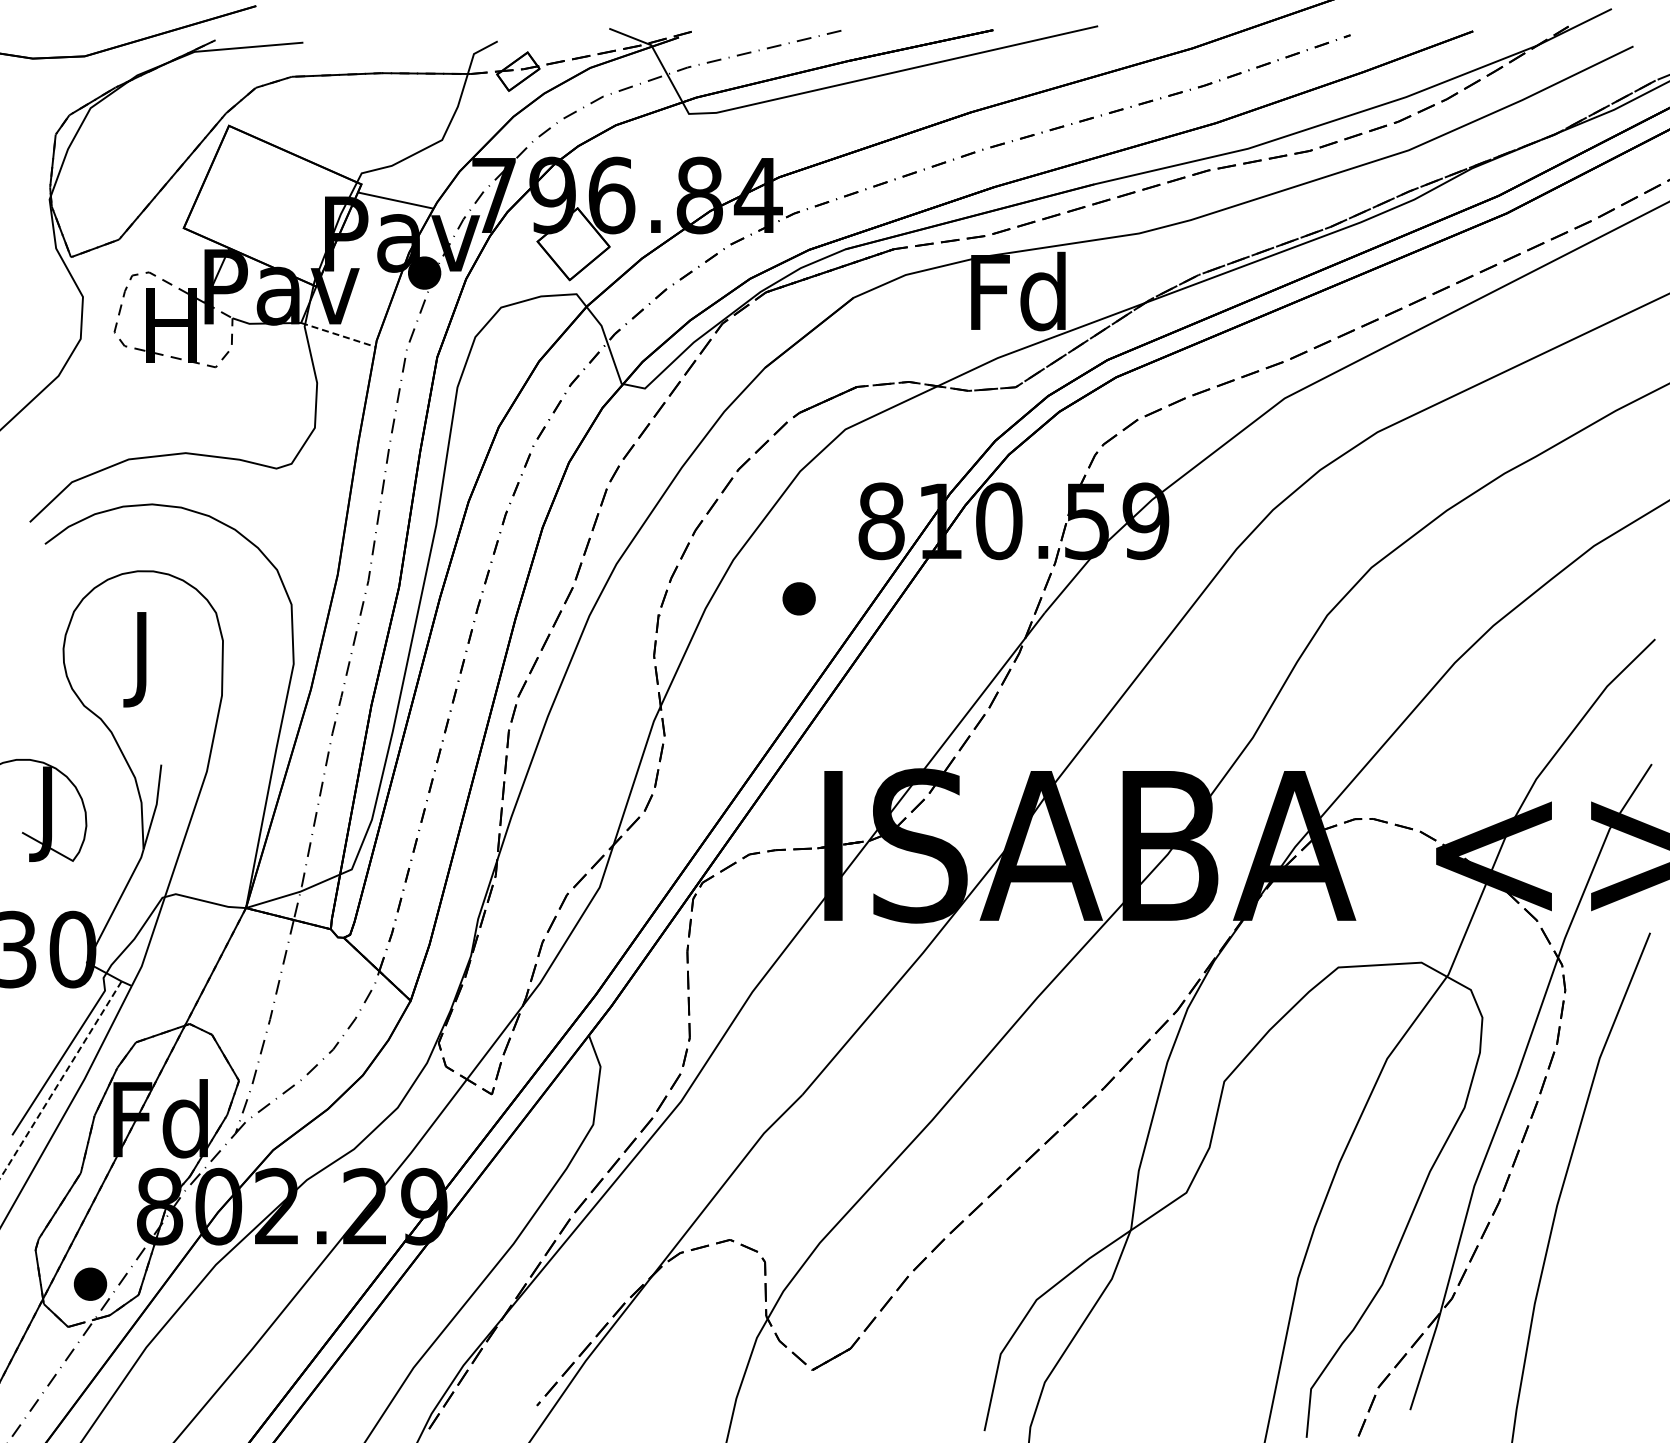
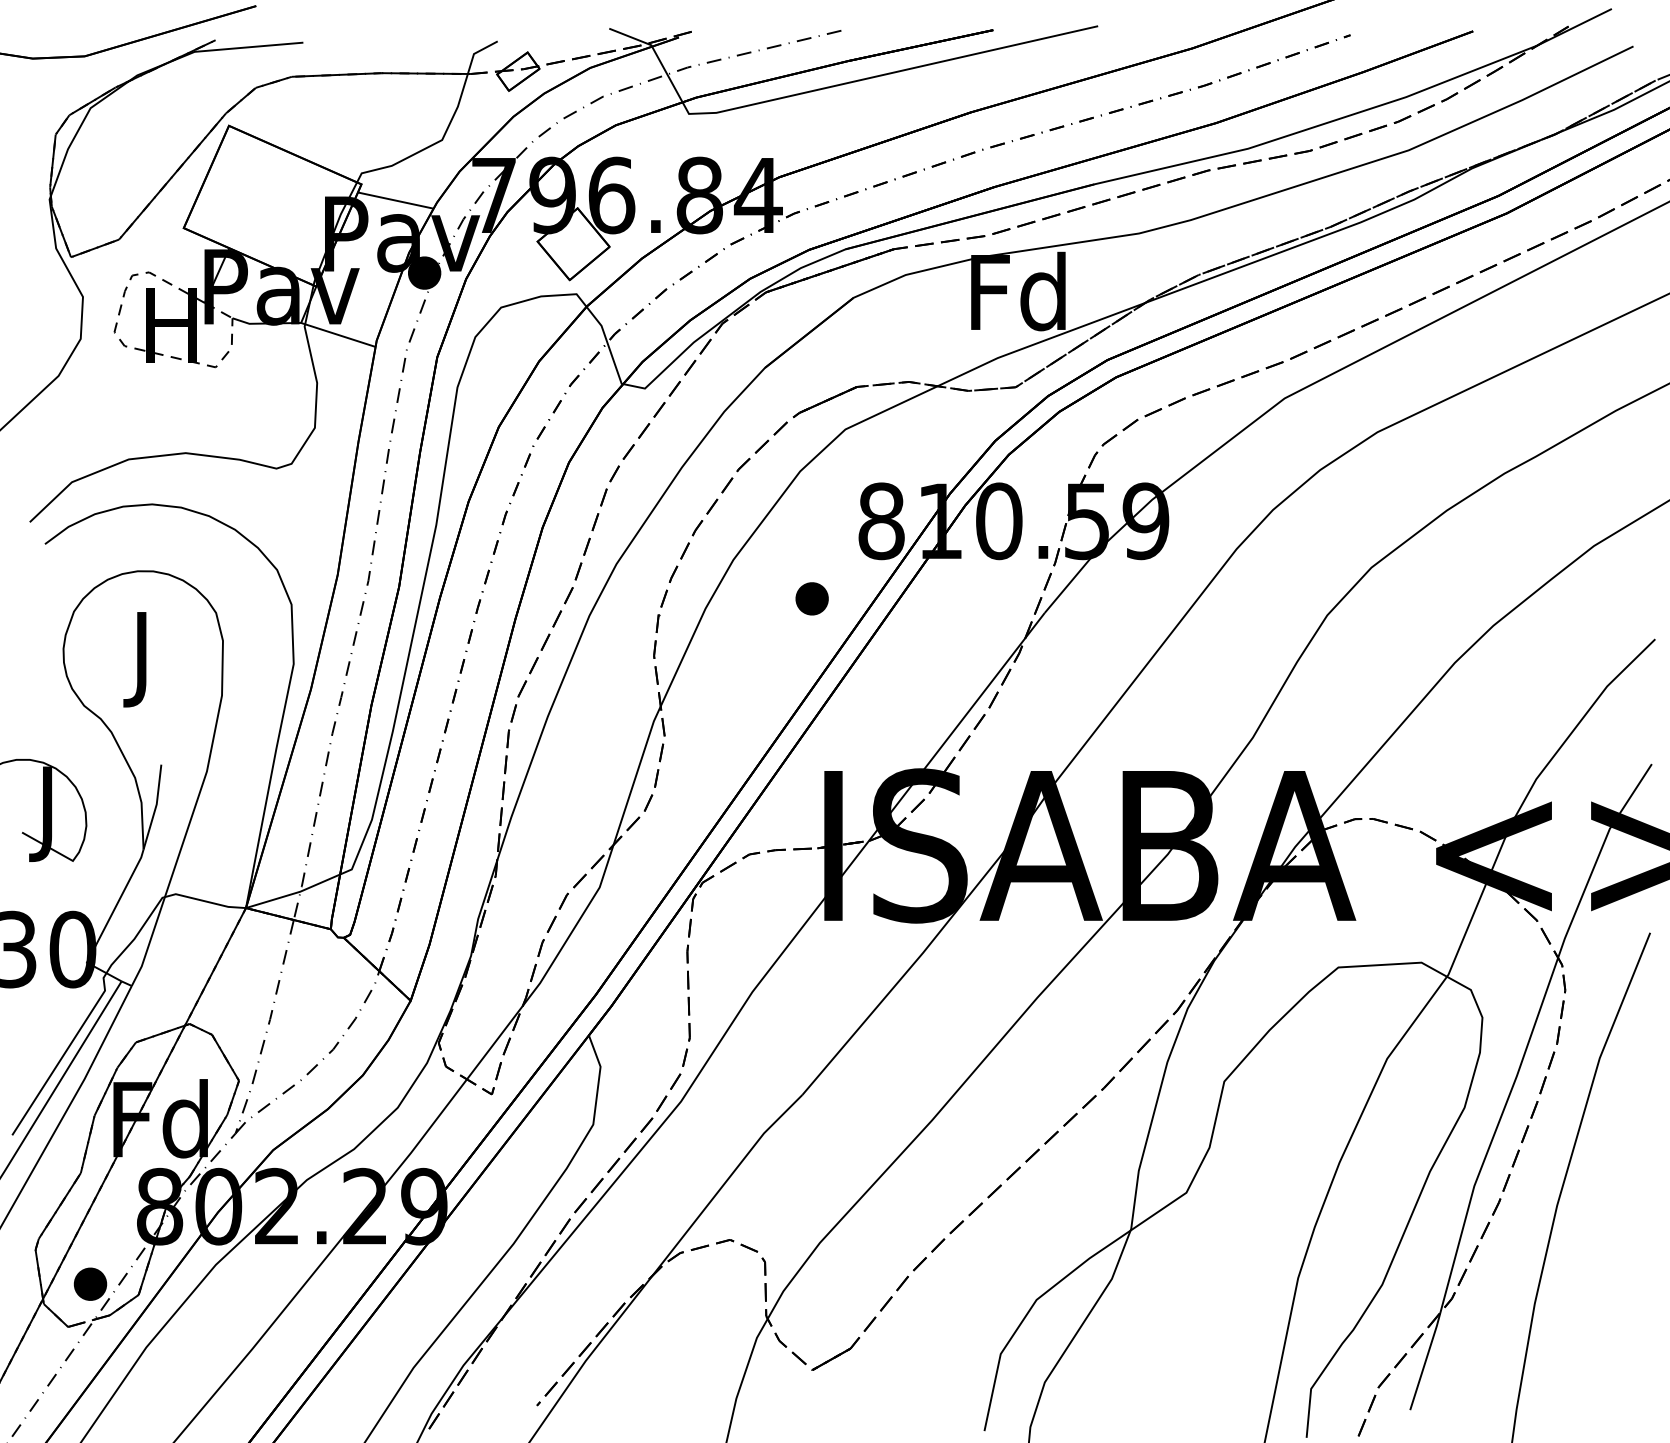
line at (338, 335): dashed -> solid
part at (798, 598) position: (798, 598) -> (811, 598)
line at (60, 1080): dashed -> solid
